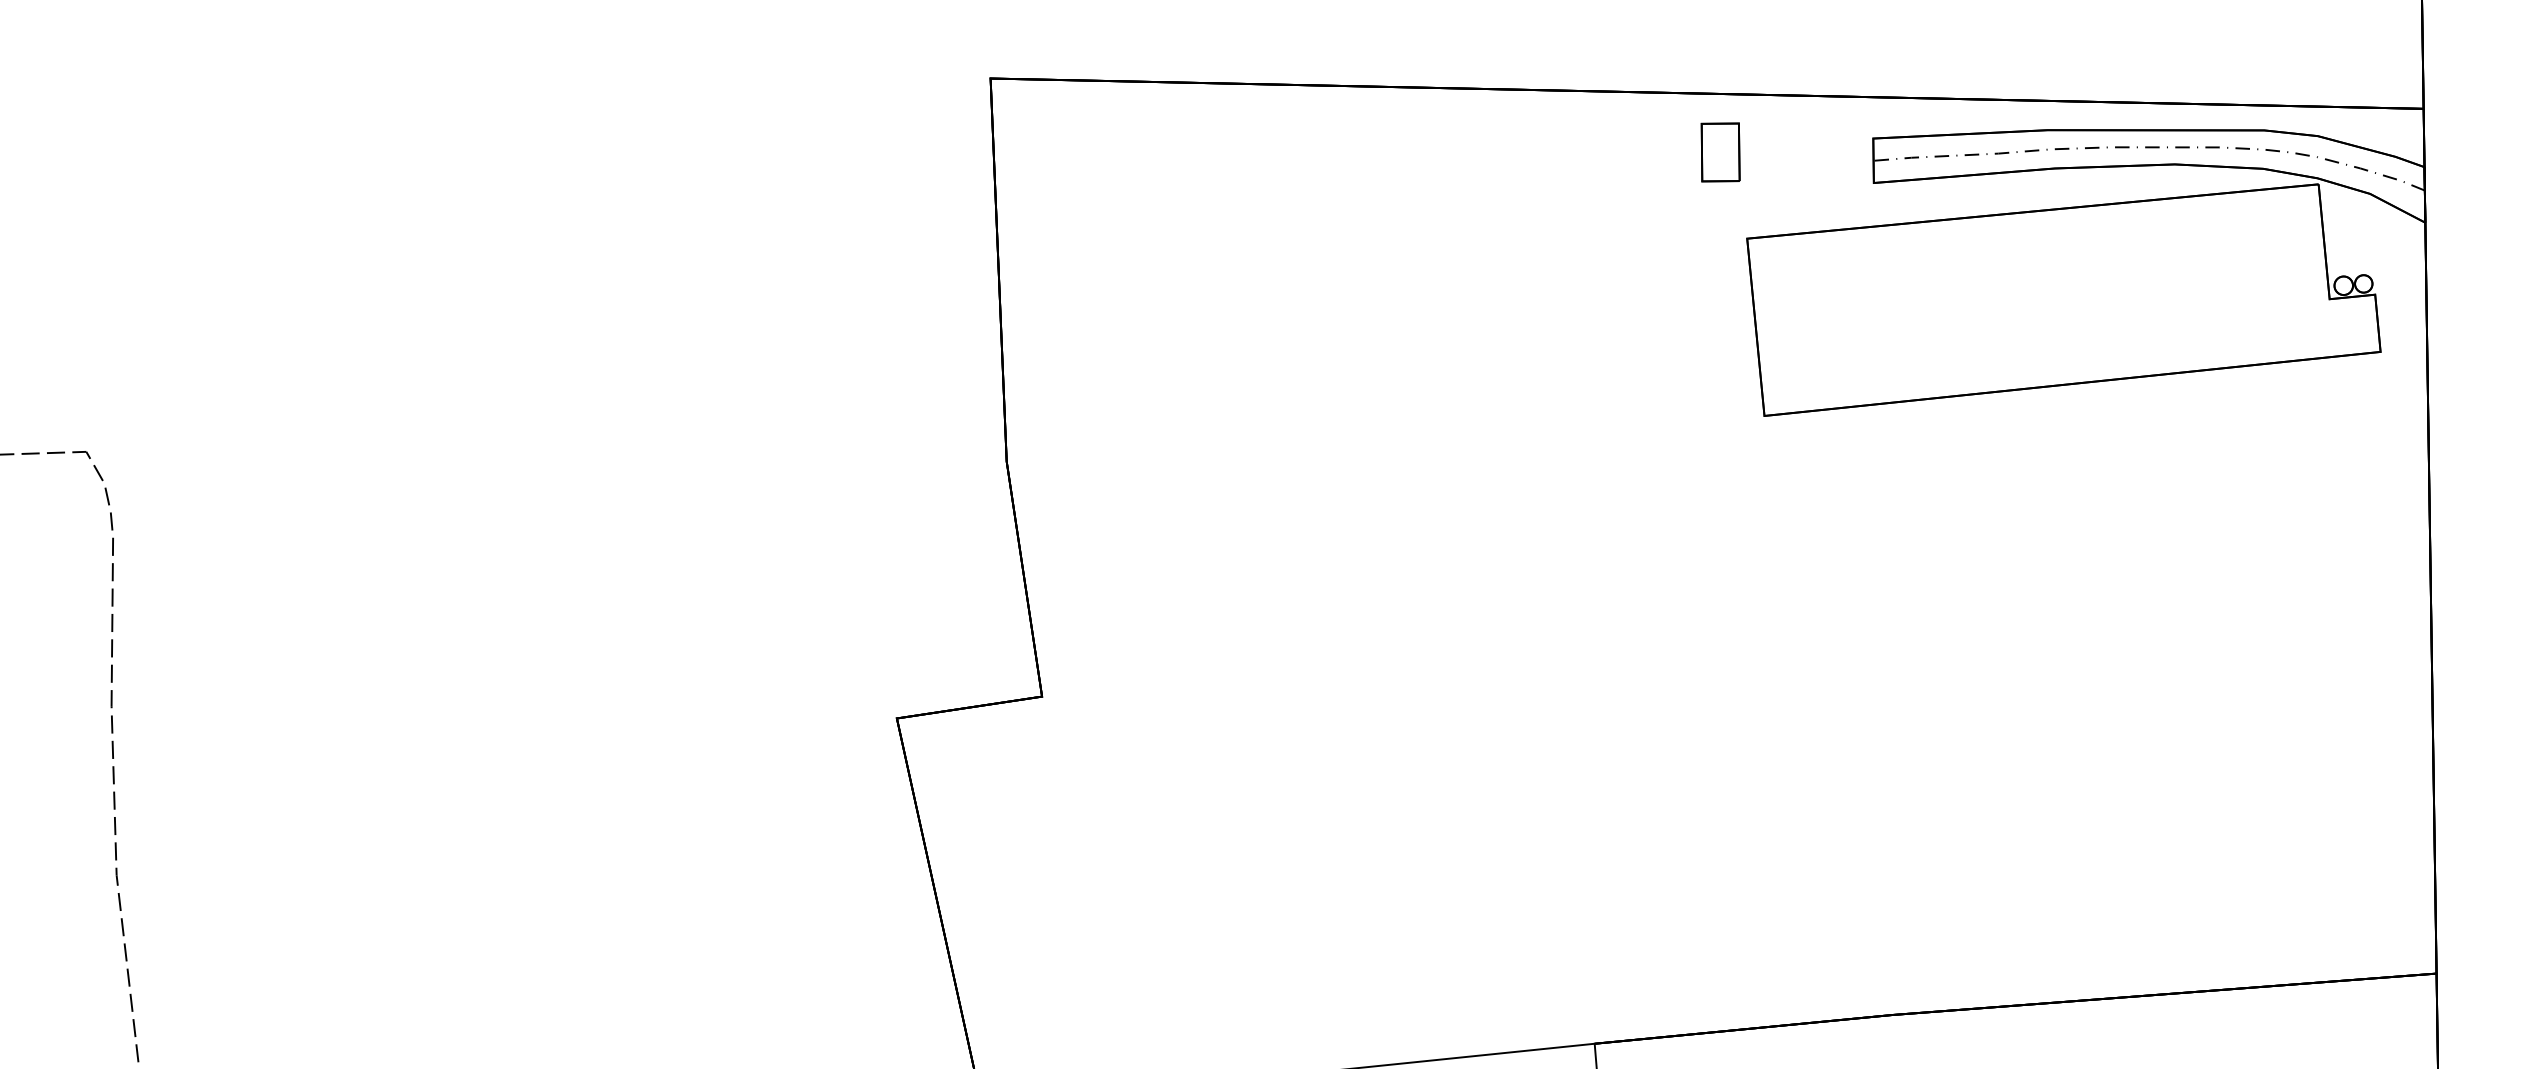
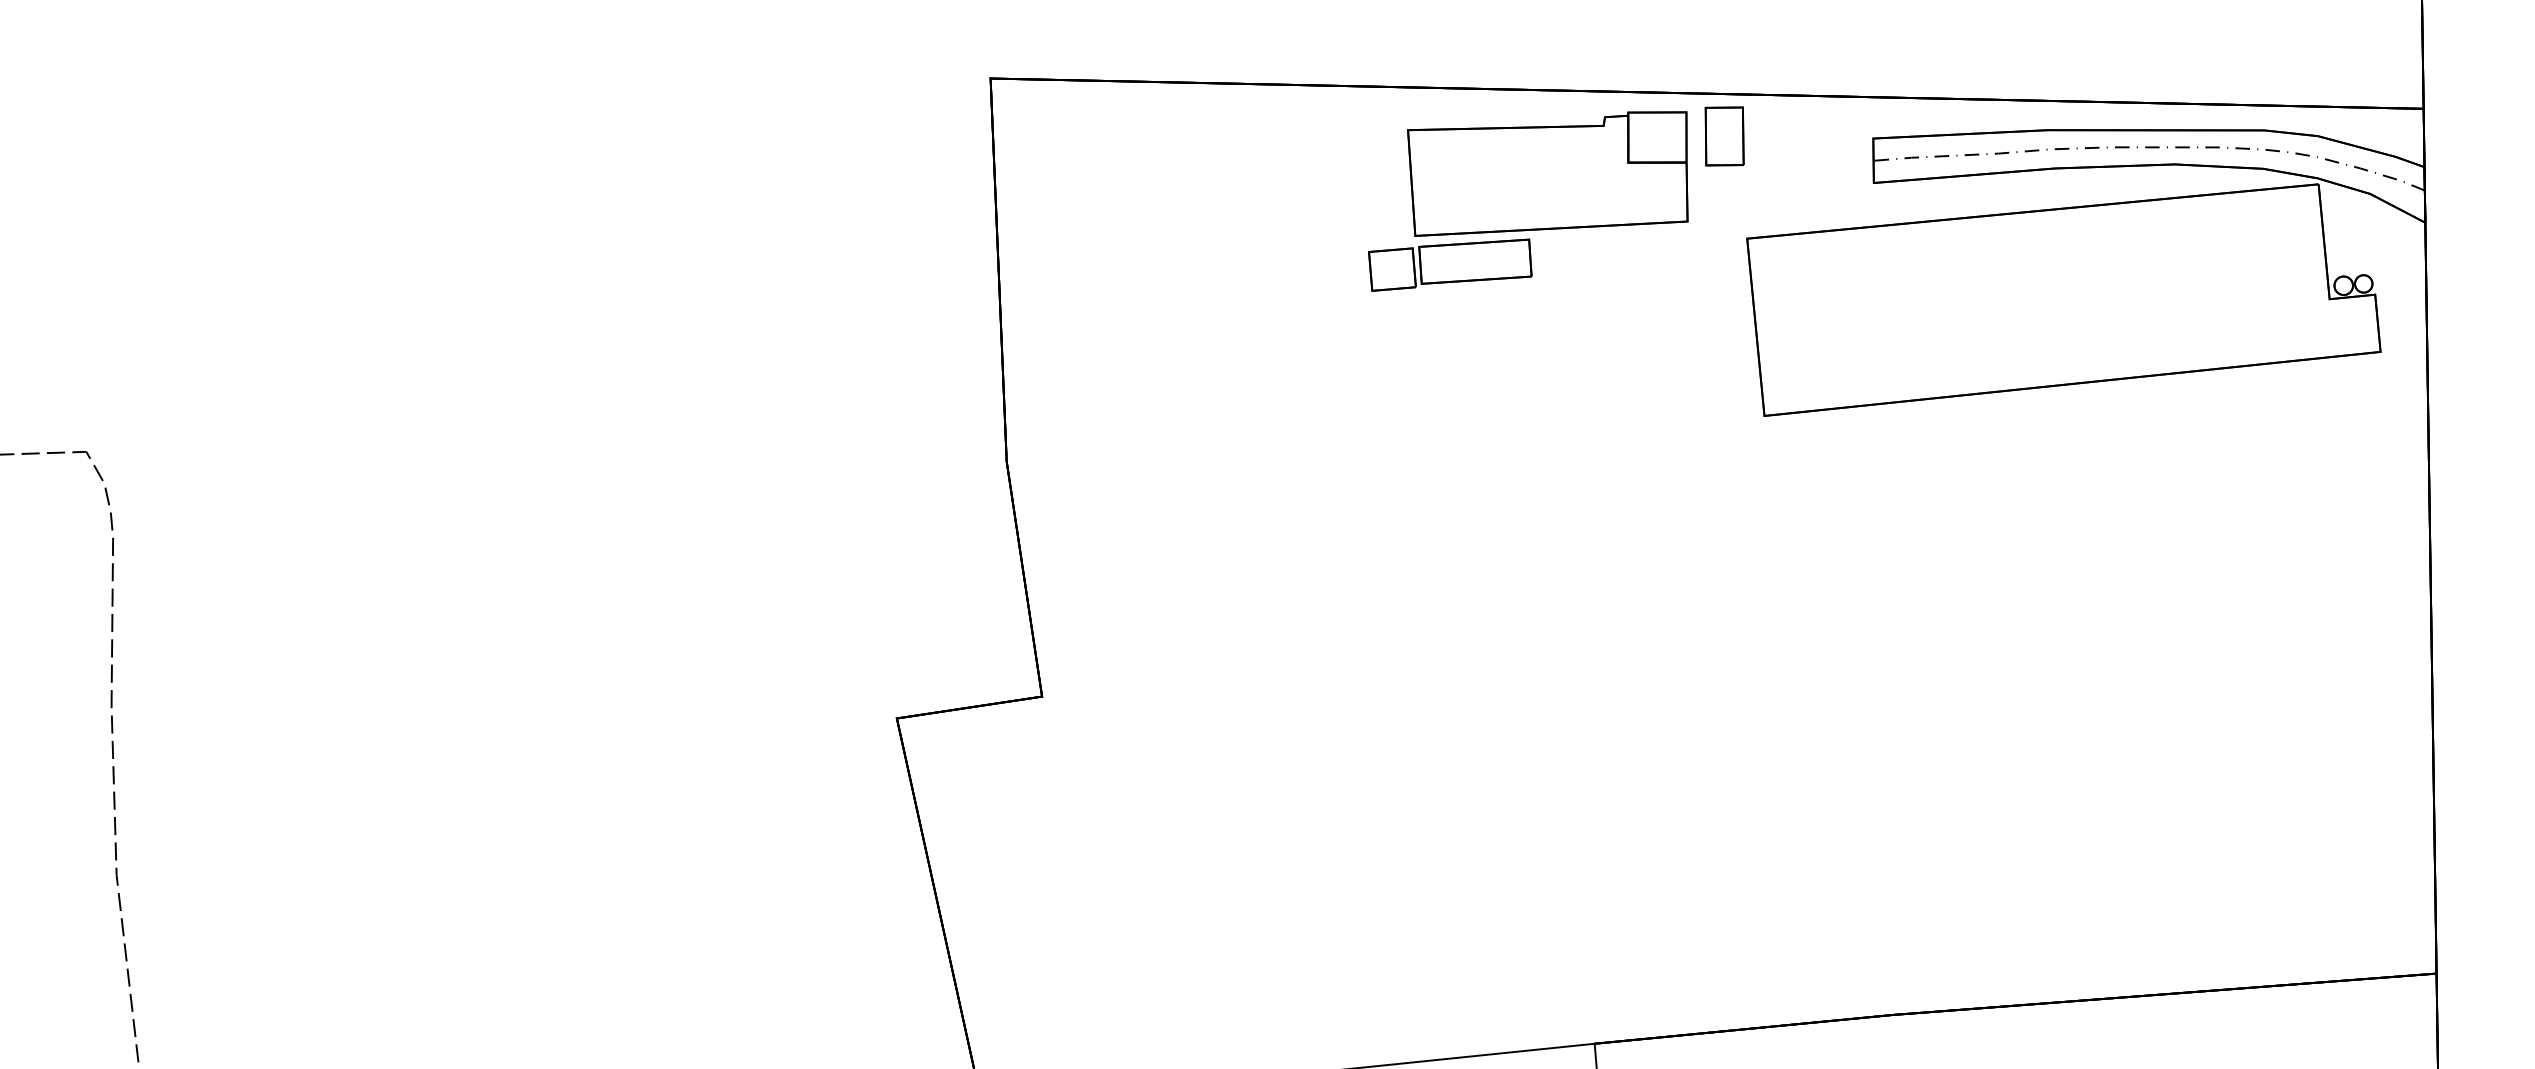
part at (1720, 152) position: (1720, 152) -> (1724, 136)
part at (1528, 201): none -> present
